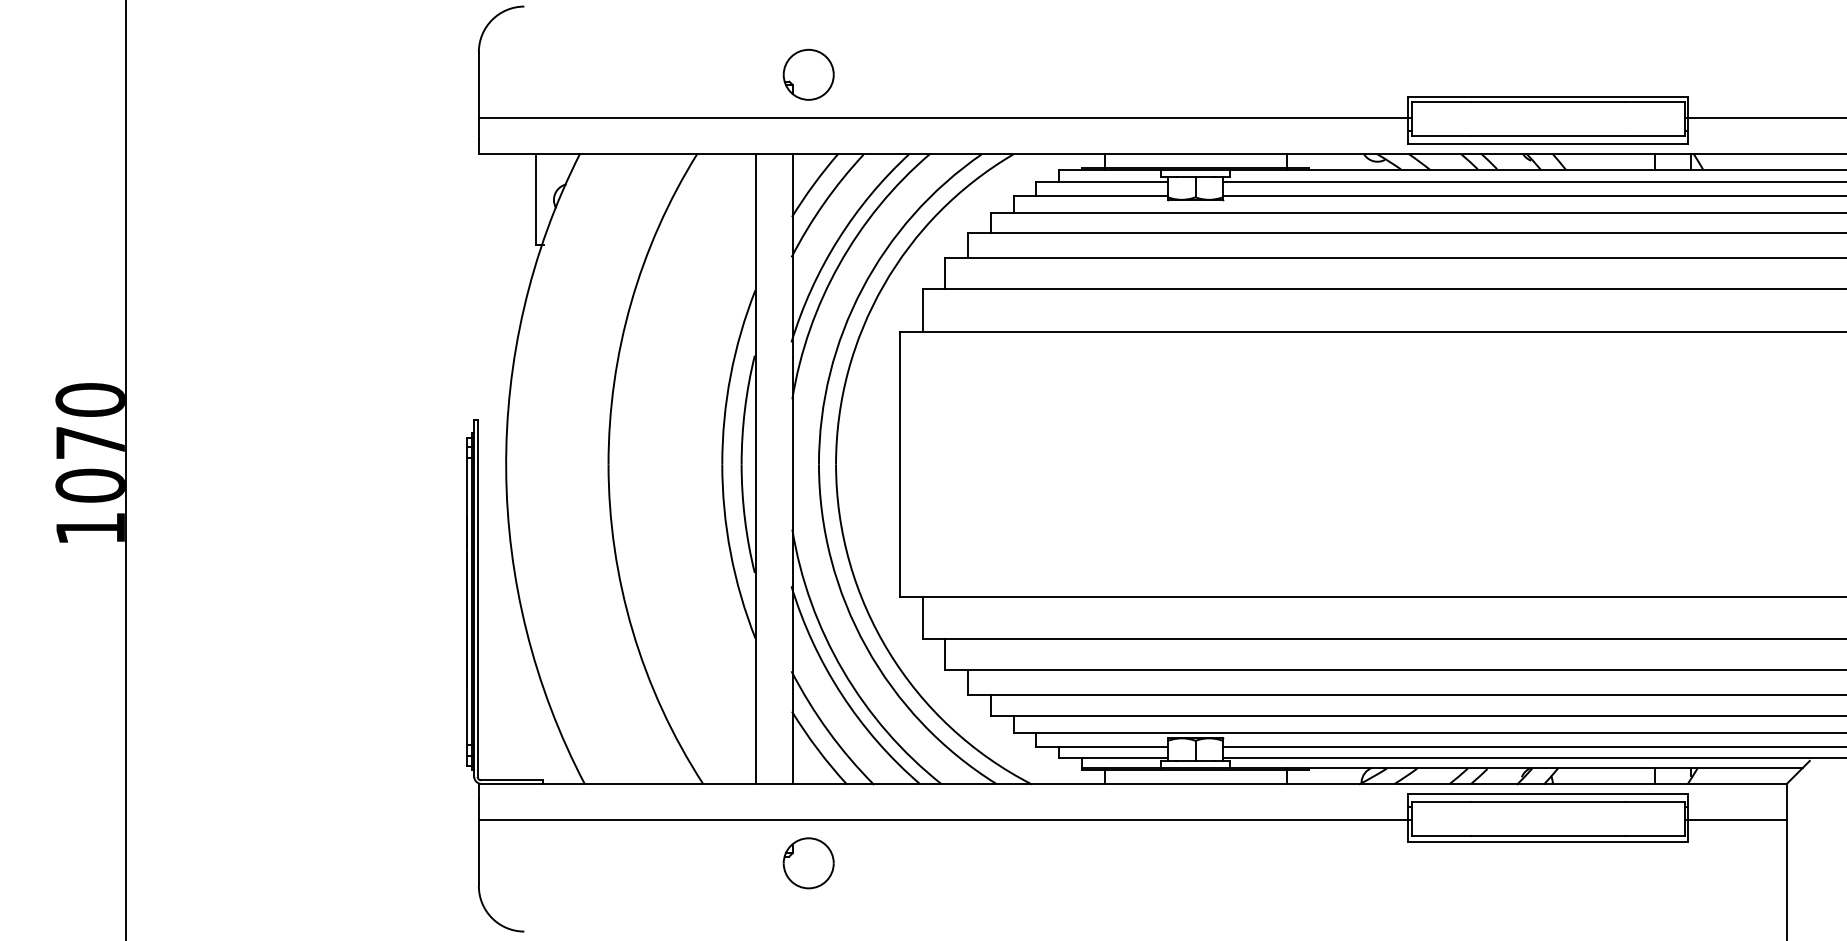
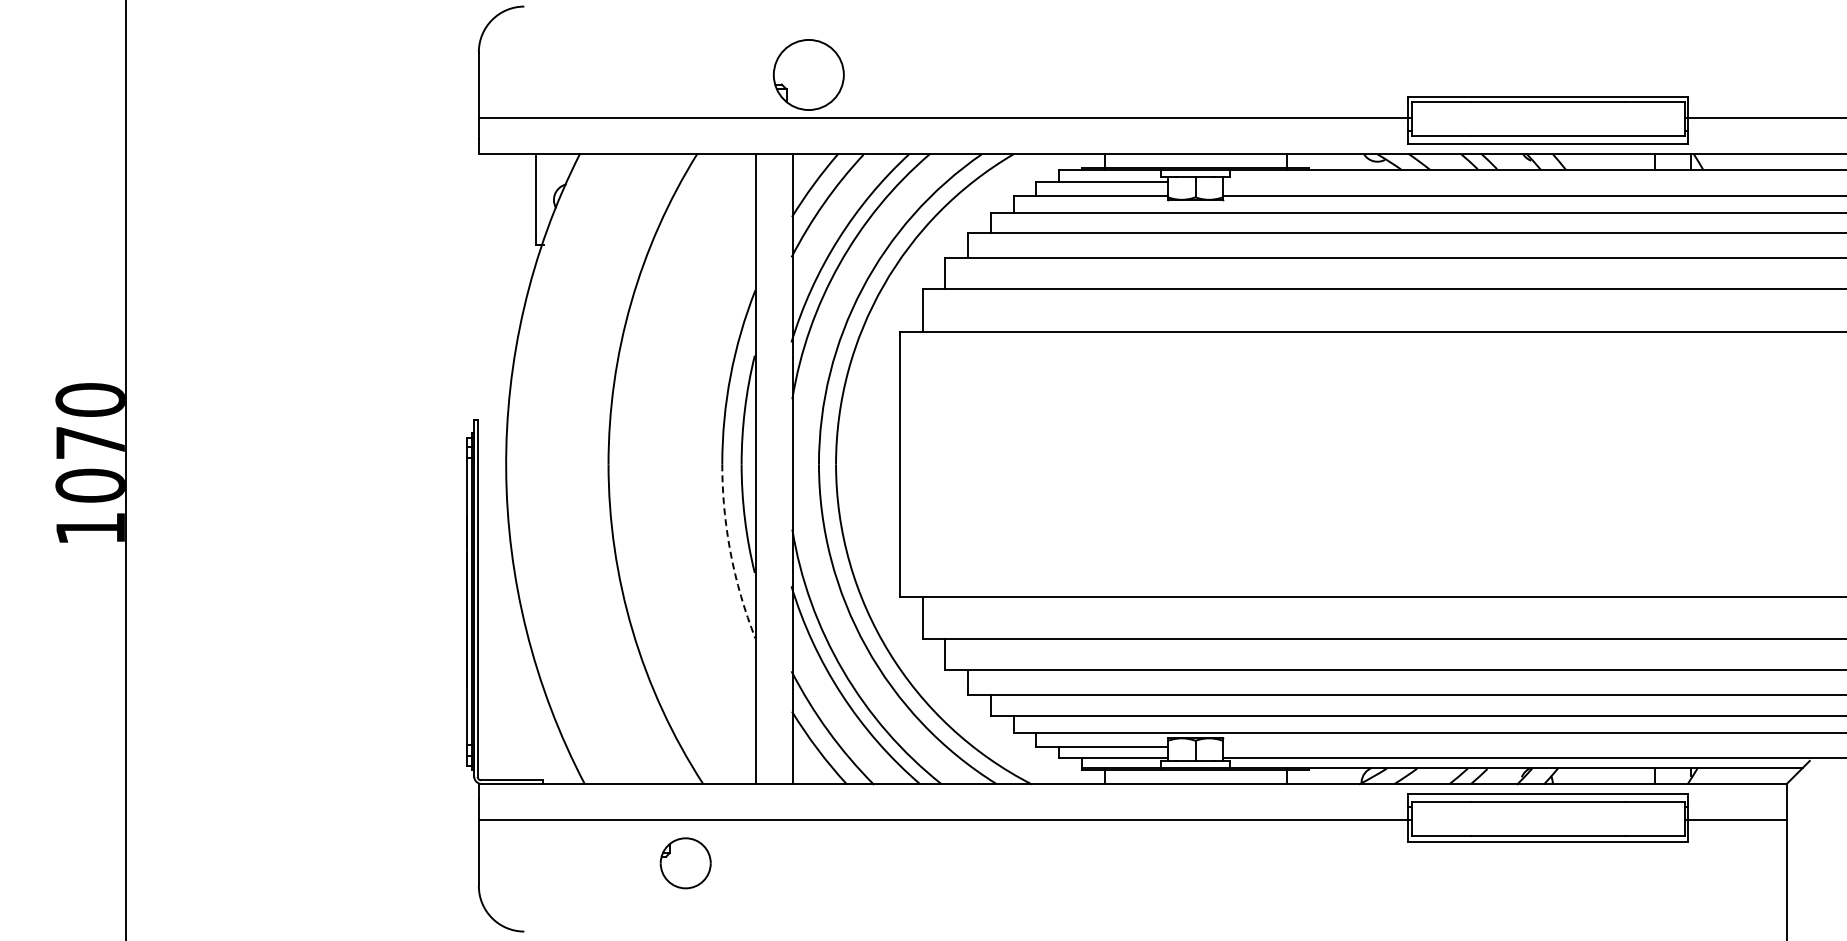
part at (808, 74) size: 53x53 px -> 73x72 px
line at (1532, 181): present -> none
arc at (730, 553): solid -> dashed
line at (1532, 746): present -> none
part at (808, 863) position: (808, 863) -> (685, 863)
